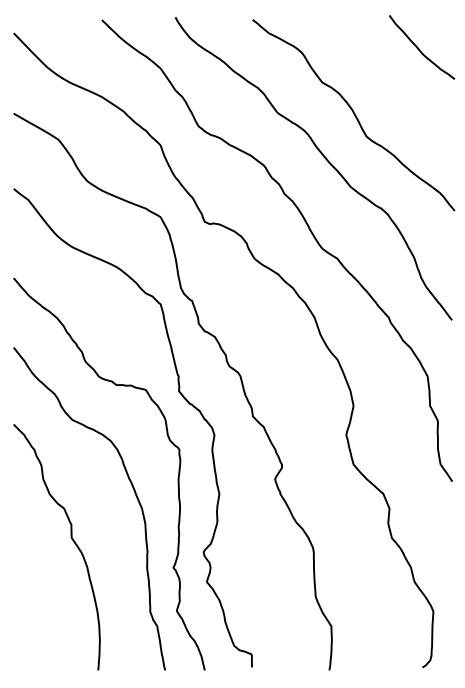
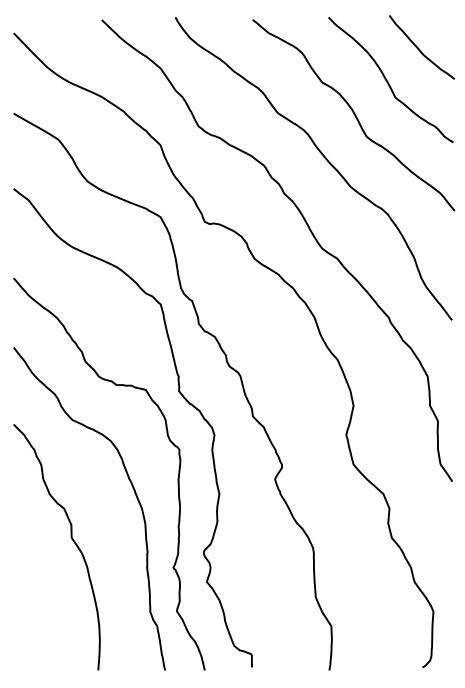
curve at (388, 81): none -> present
